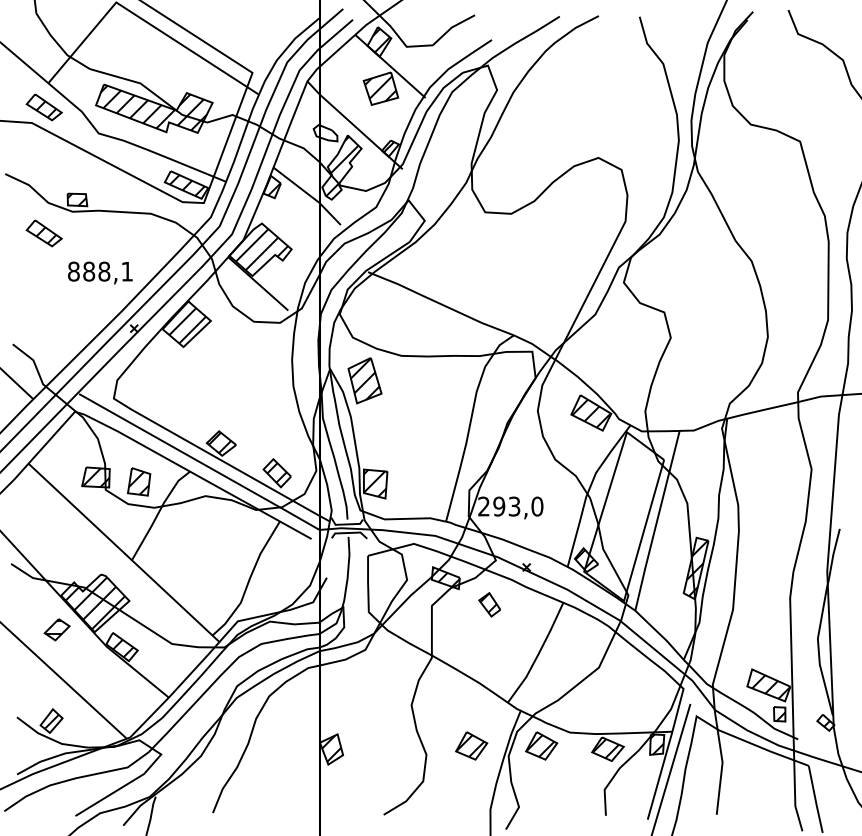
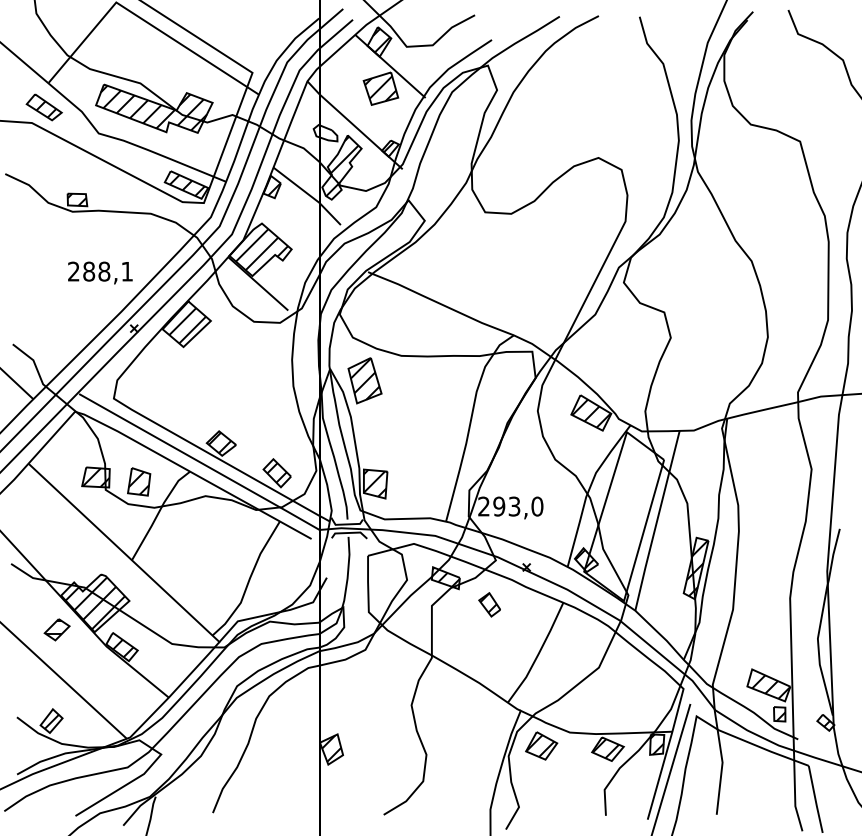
part at (43, 233): present -> none
text at (73, 271): 888,1 -> 288,1
part at (471, 745): present -> none
